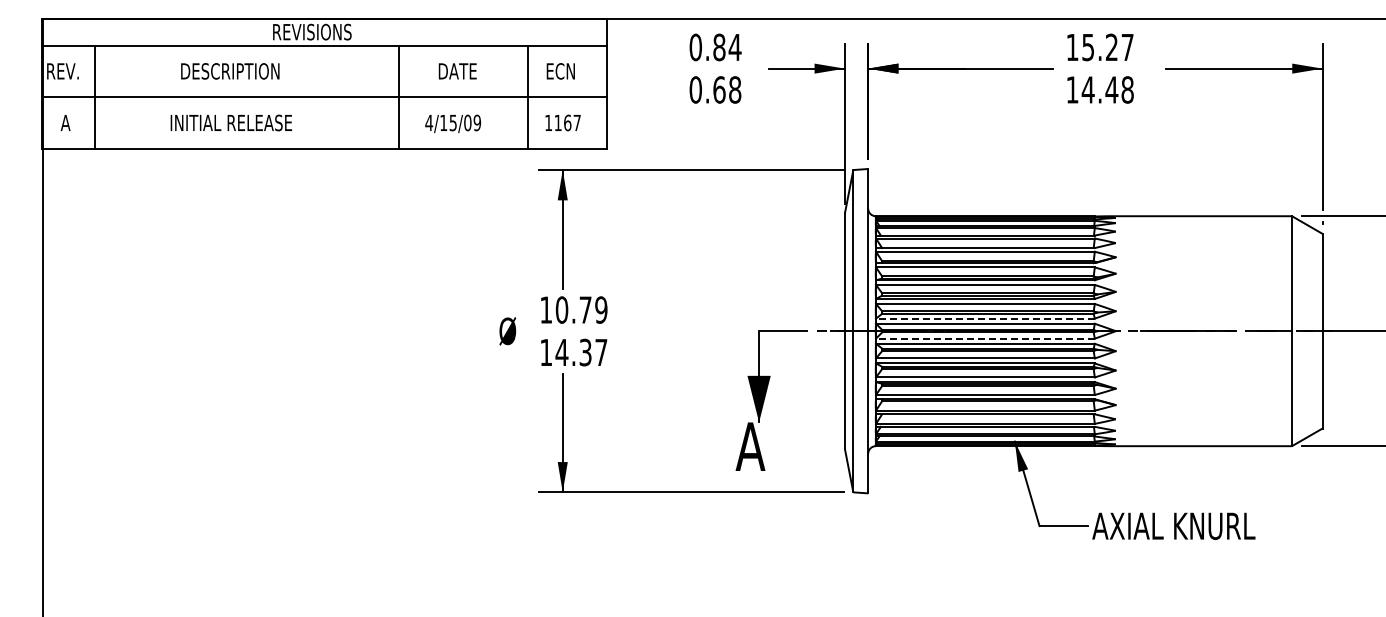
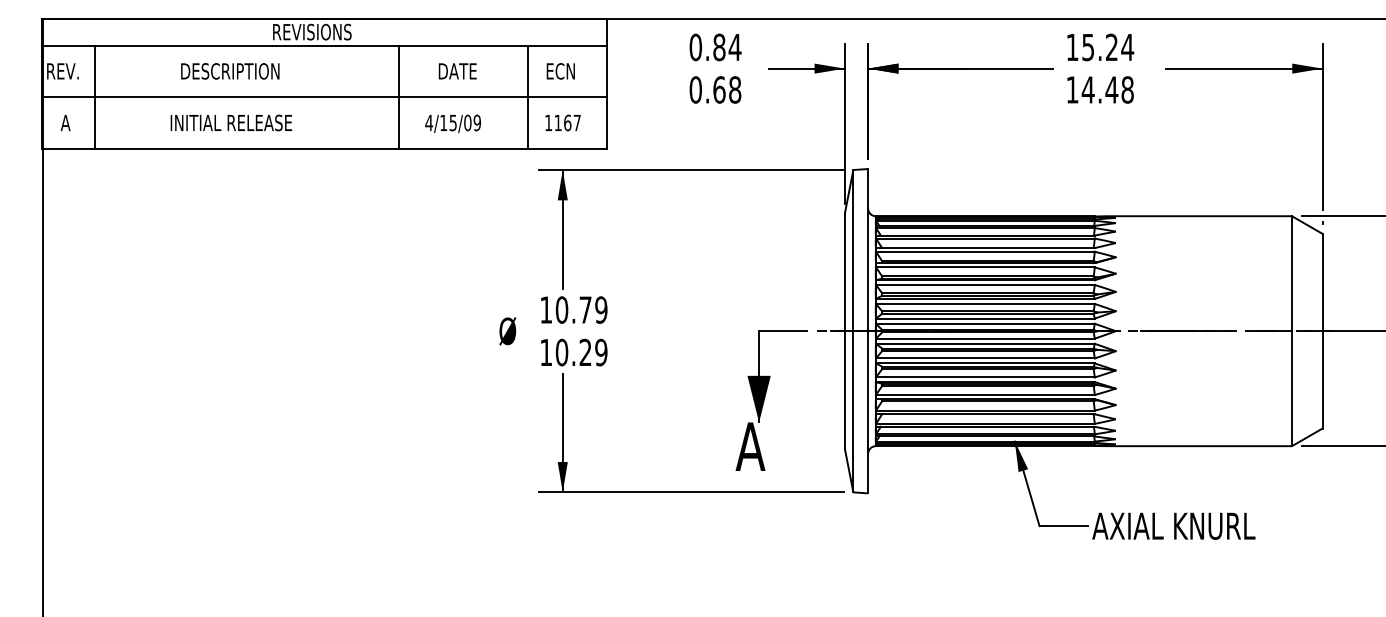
text at (1127, 47): 15.27 -> 15.24
line at (984, 318): dashed -> solid
line at (984, 338): dashed -> solid
text at (581, 352): 14.37 -> 10.29
